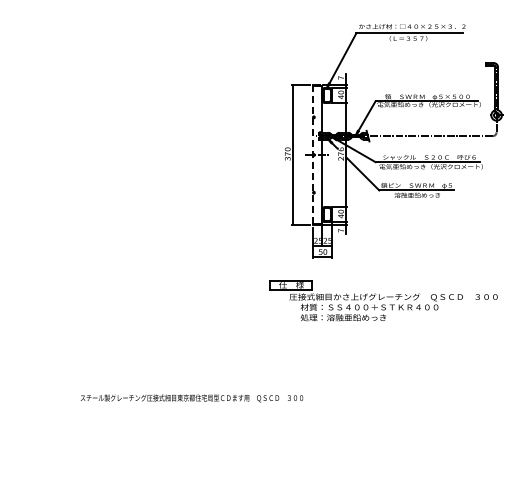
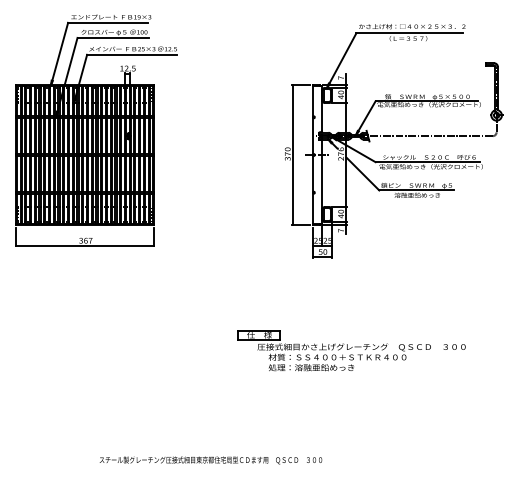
part at (96, 130): none -> present
line at (313, 155): dashed -> solid
part at (383, 300) position: (383, 300) -> (351, 350)
text at (191, 398) position: (191, 398) -> (210, 460)
